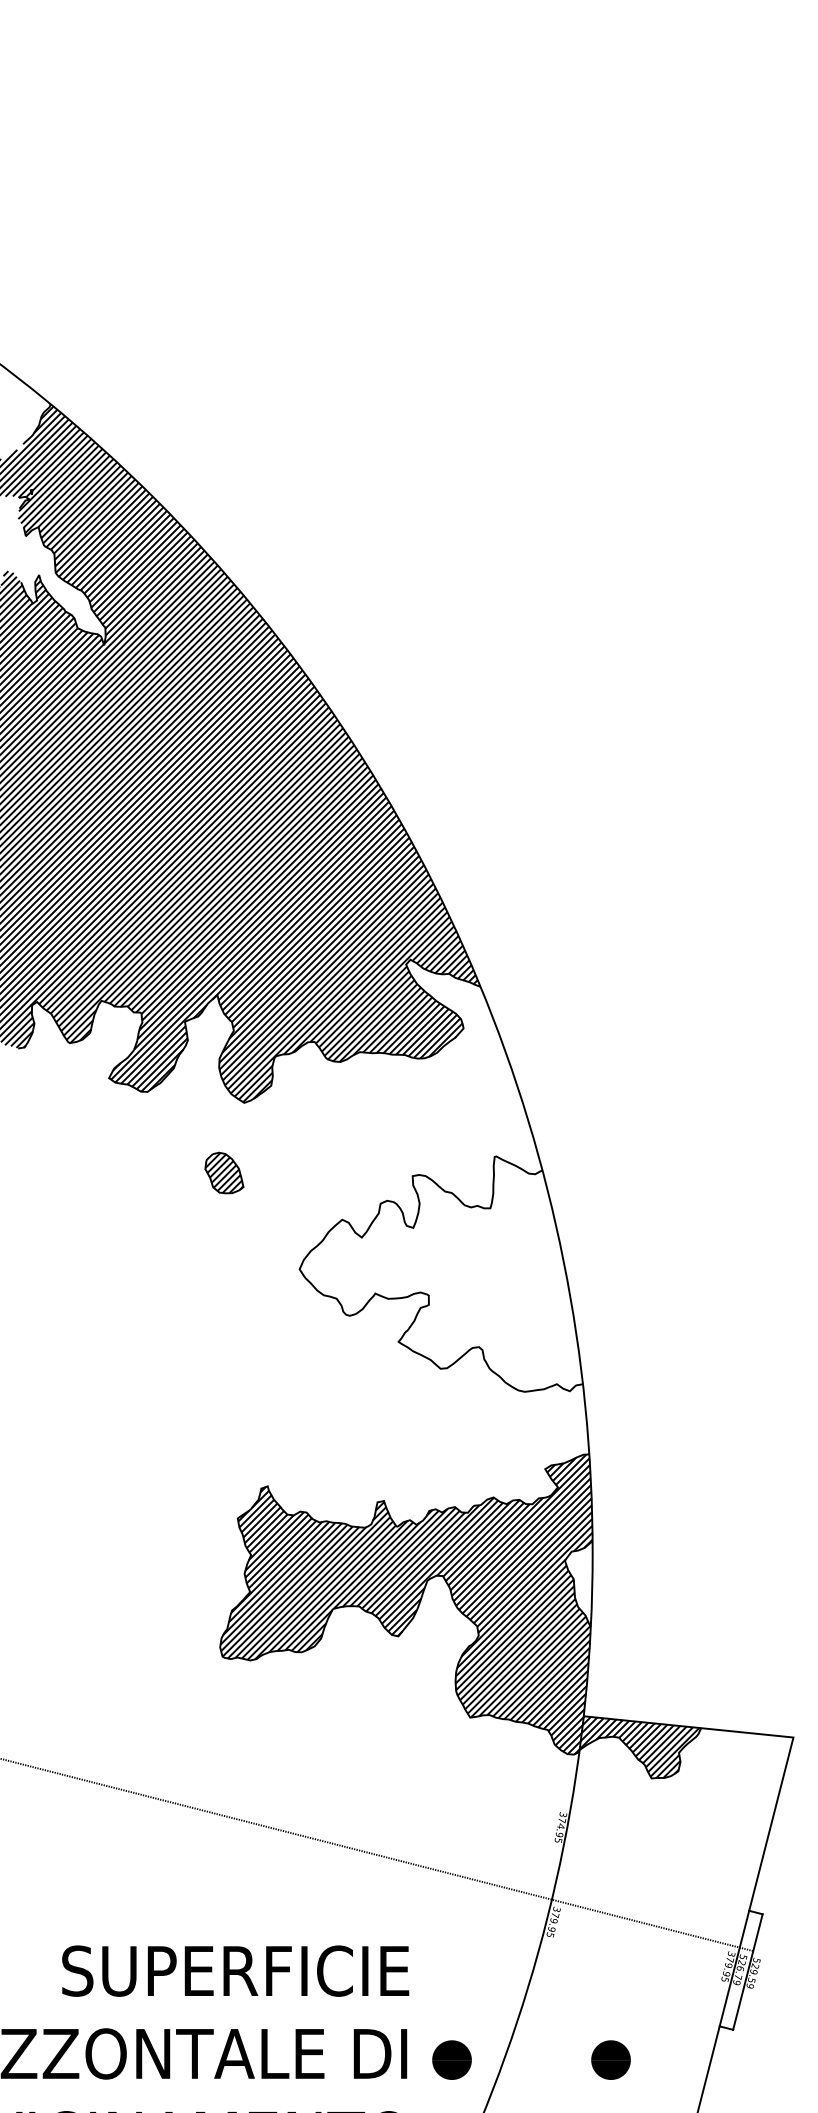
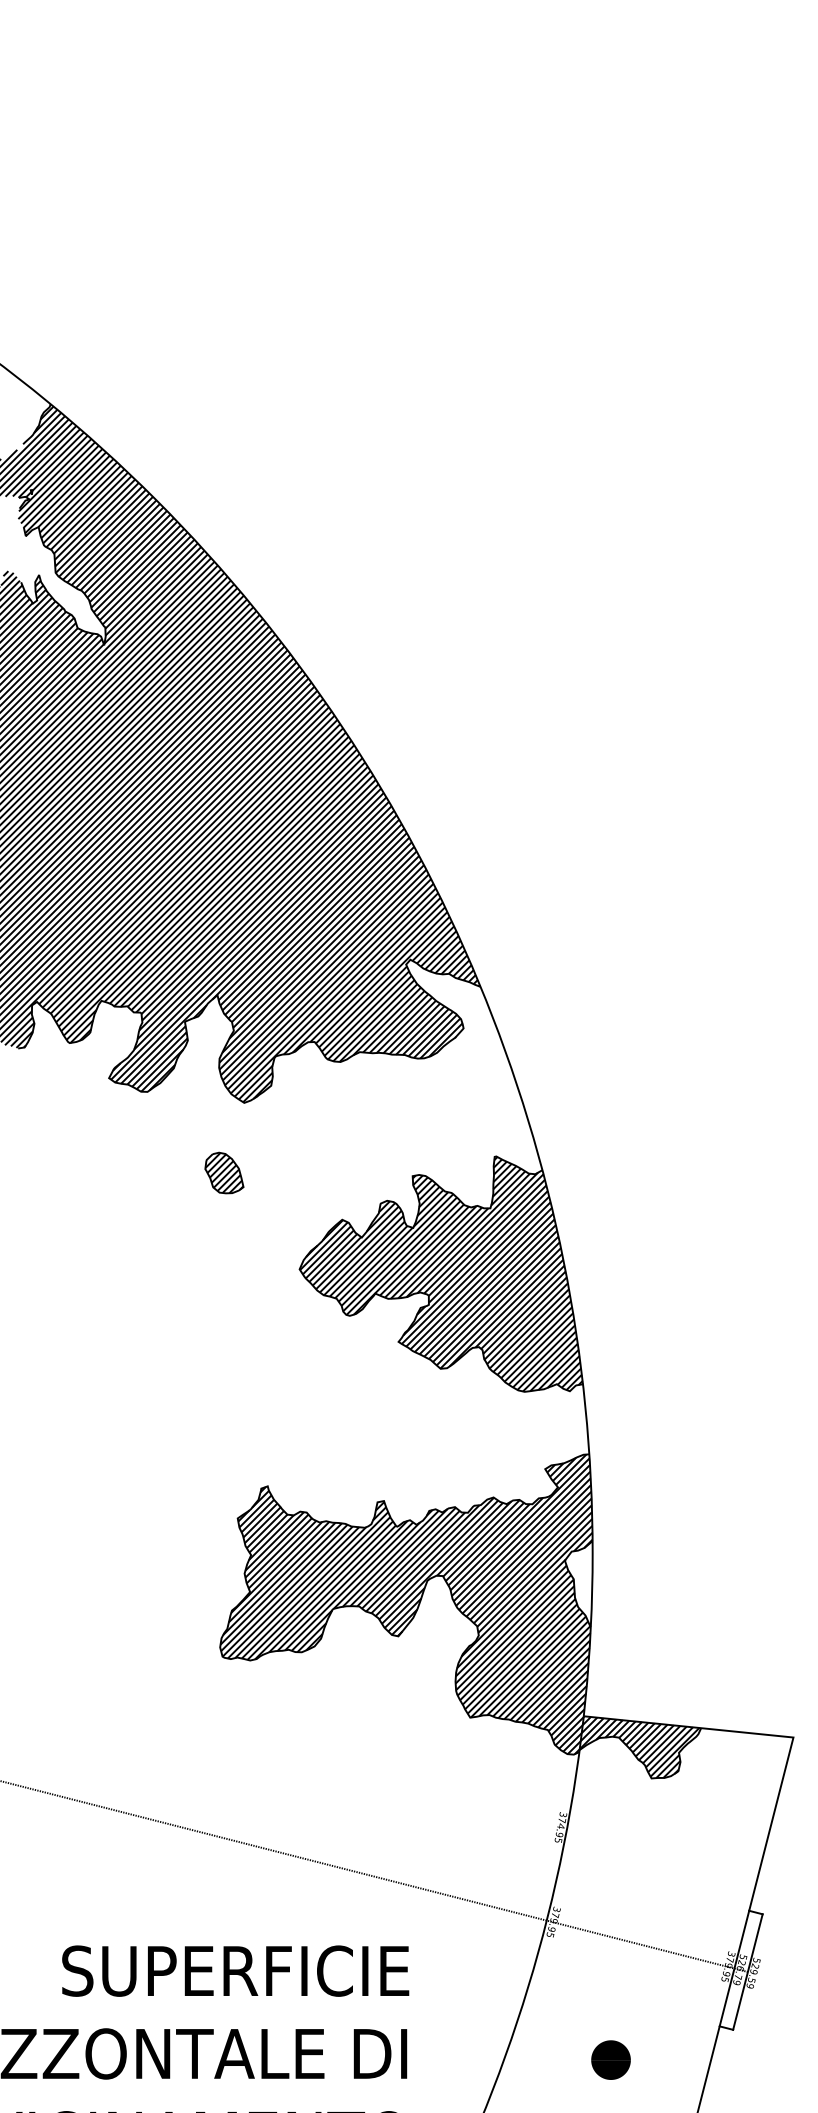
hatch at (441, 1274): none -> present
line at (377, 1855) position: (377, 1855) -> (374, 1876)
part at (451, 2059): present -> none
